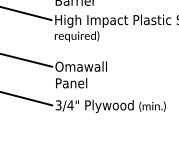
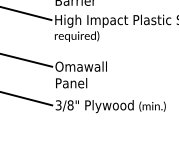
text at (70, 105): 3/4" -> 3/8"
